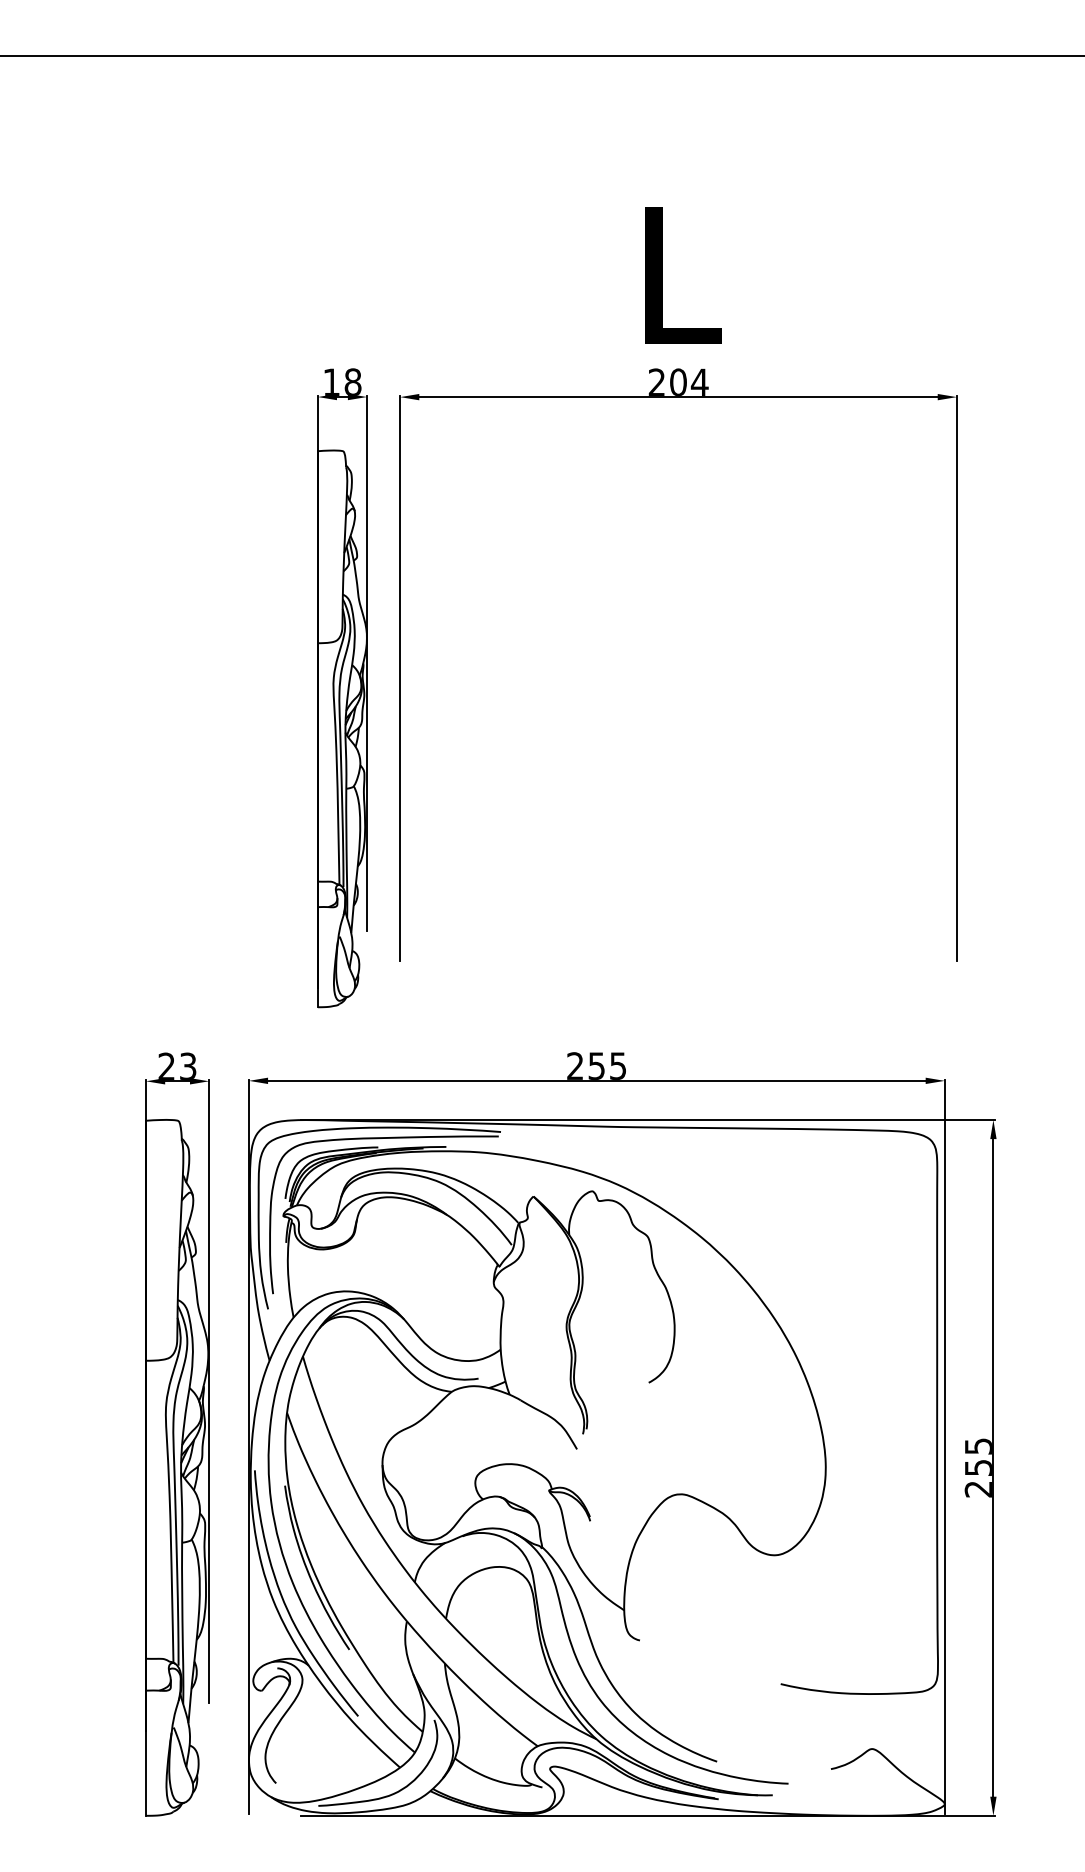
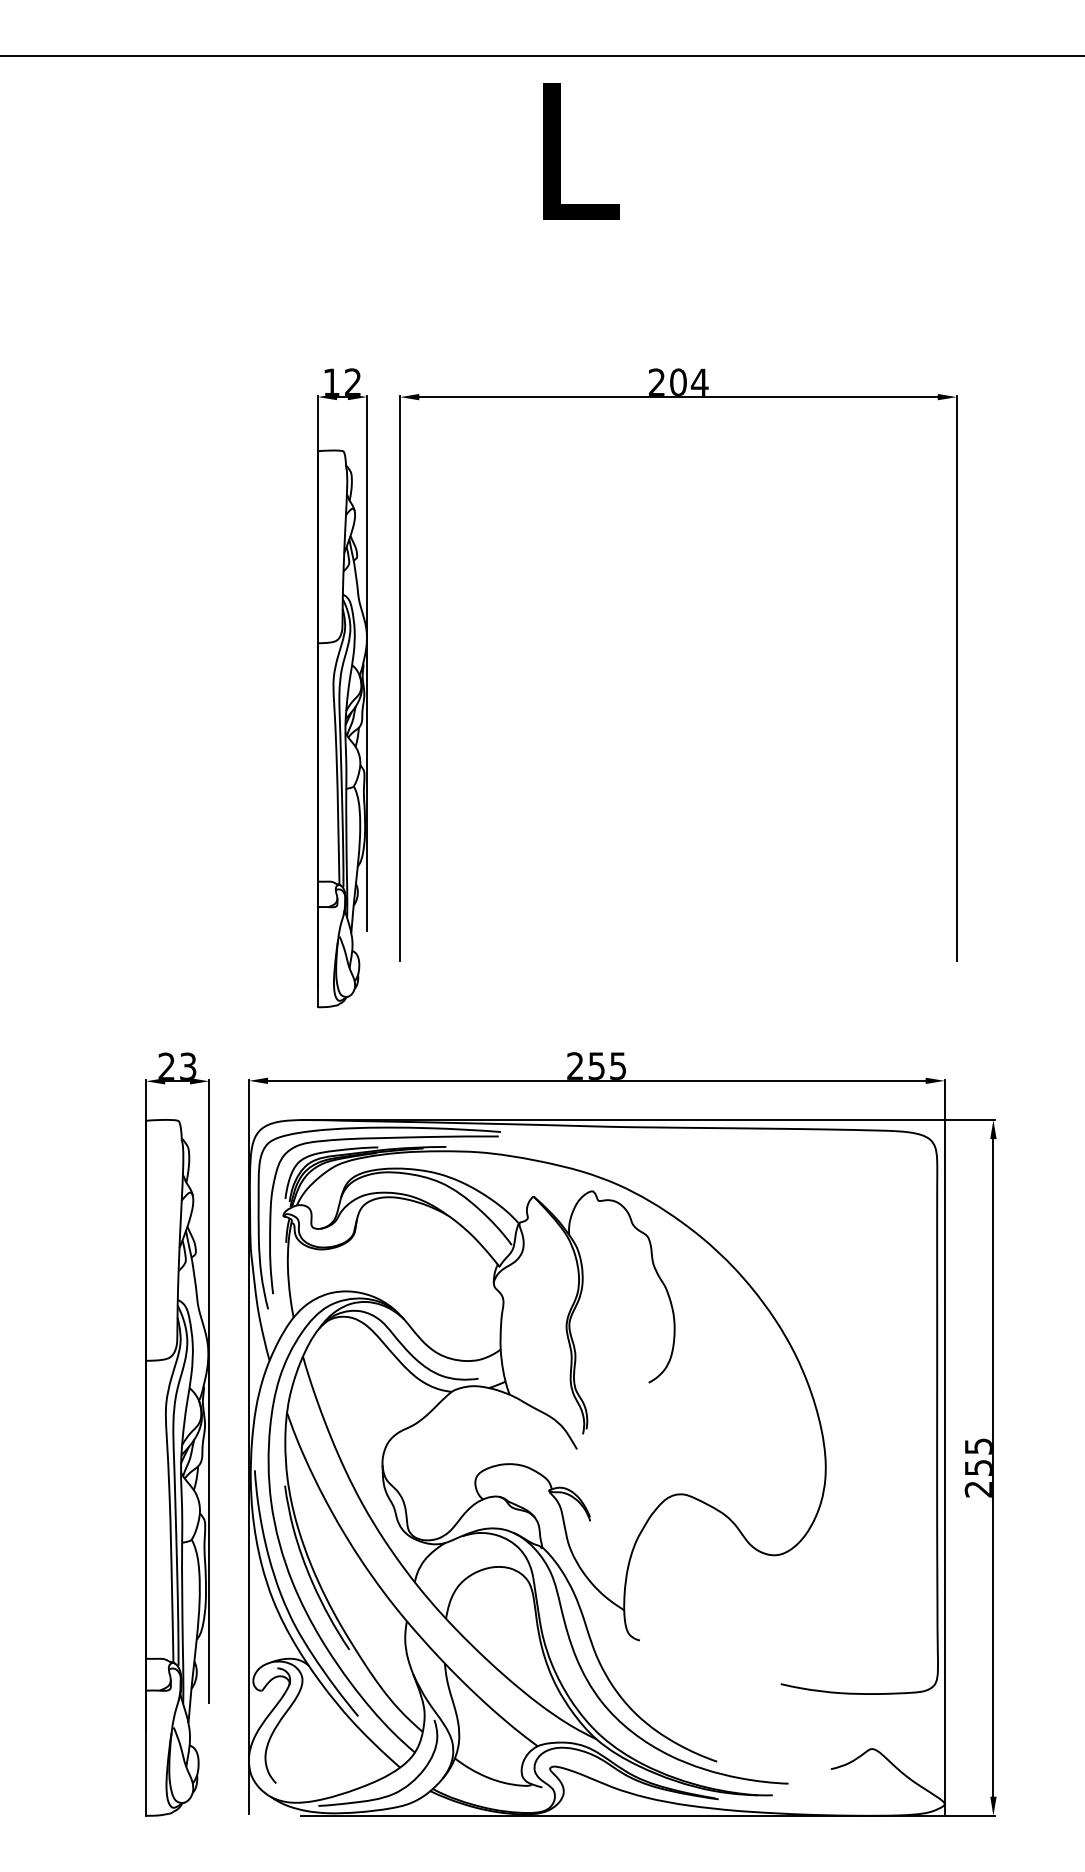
text at (683, 275) position: (683, 275) -> (581, 151)
text at (352, 381): 18 -> 12
